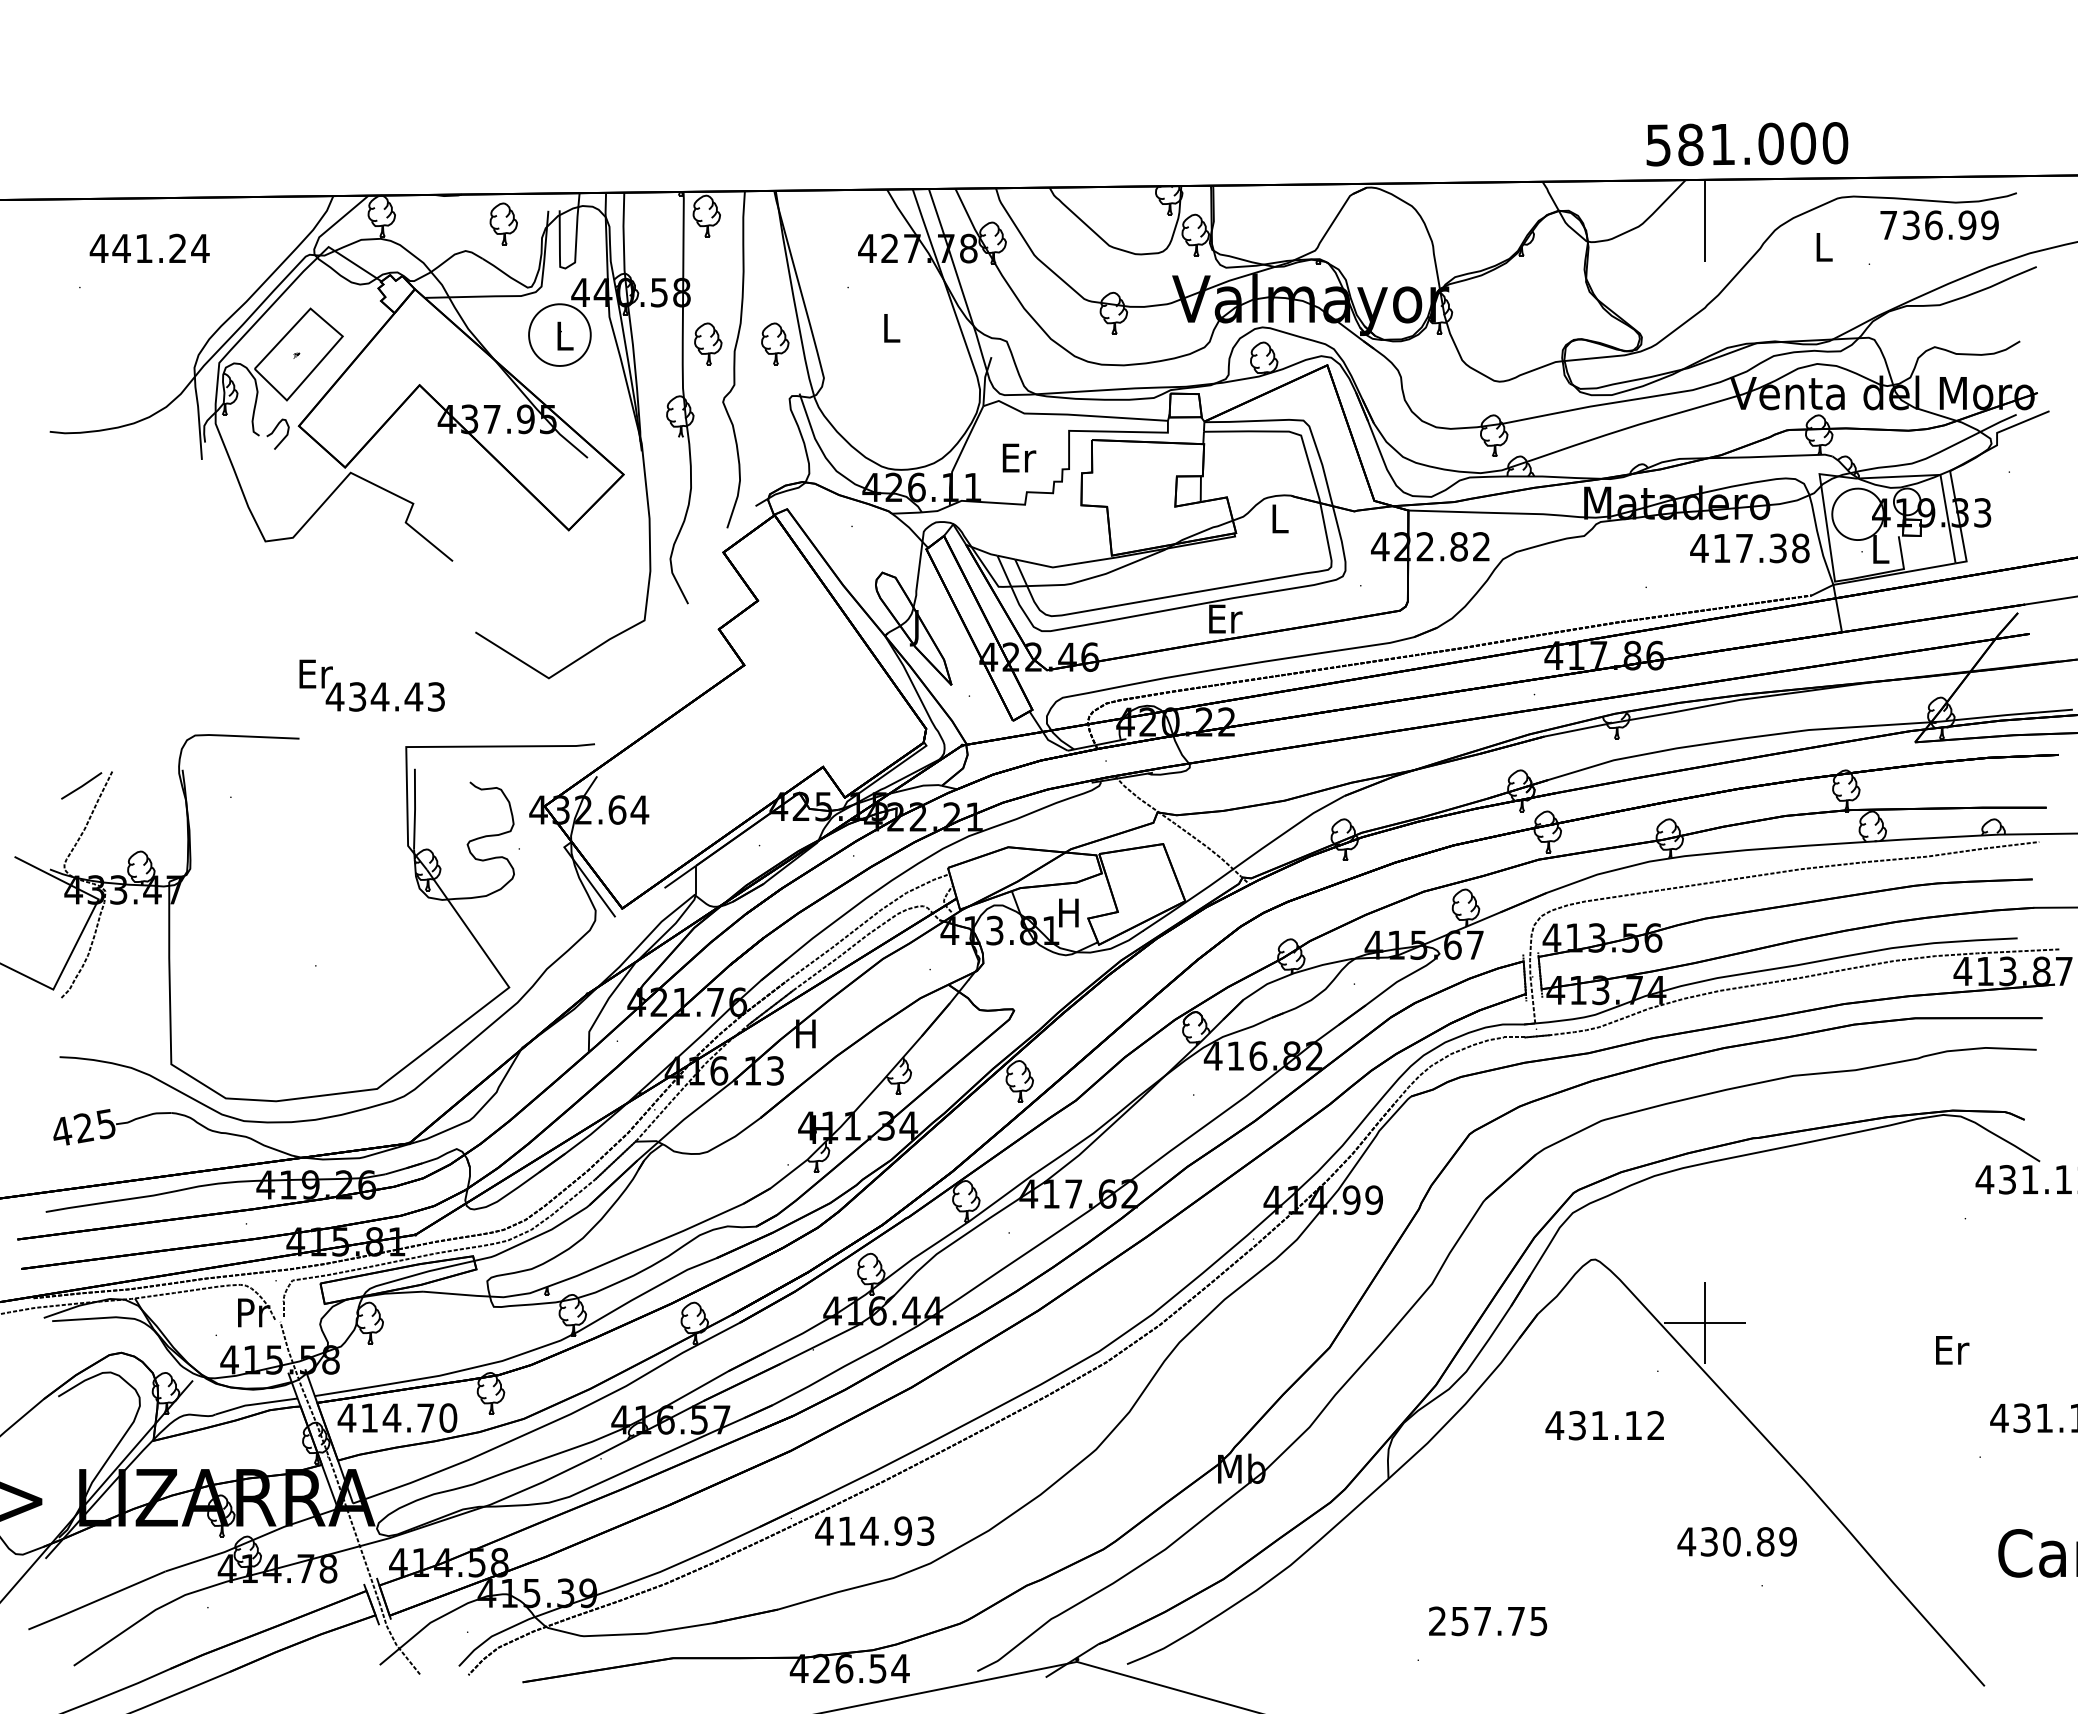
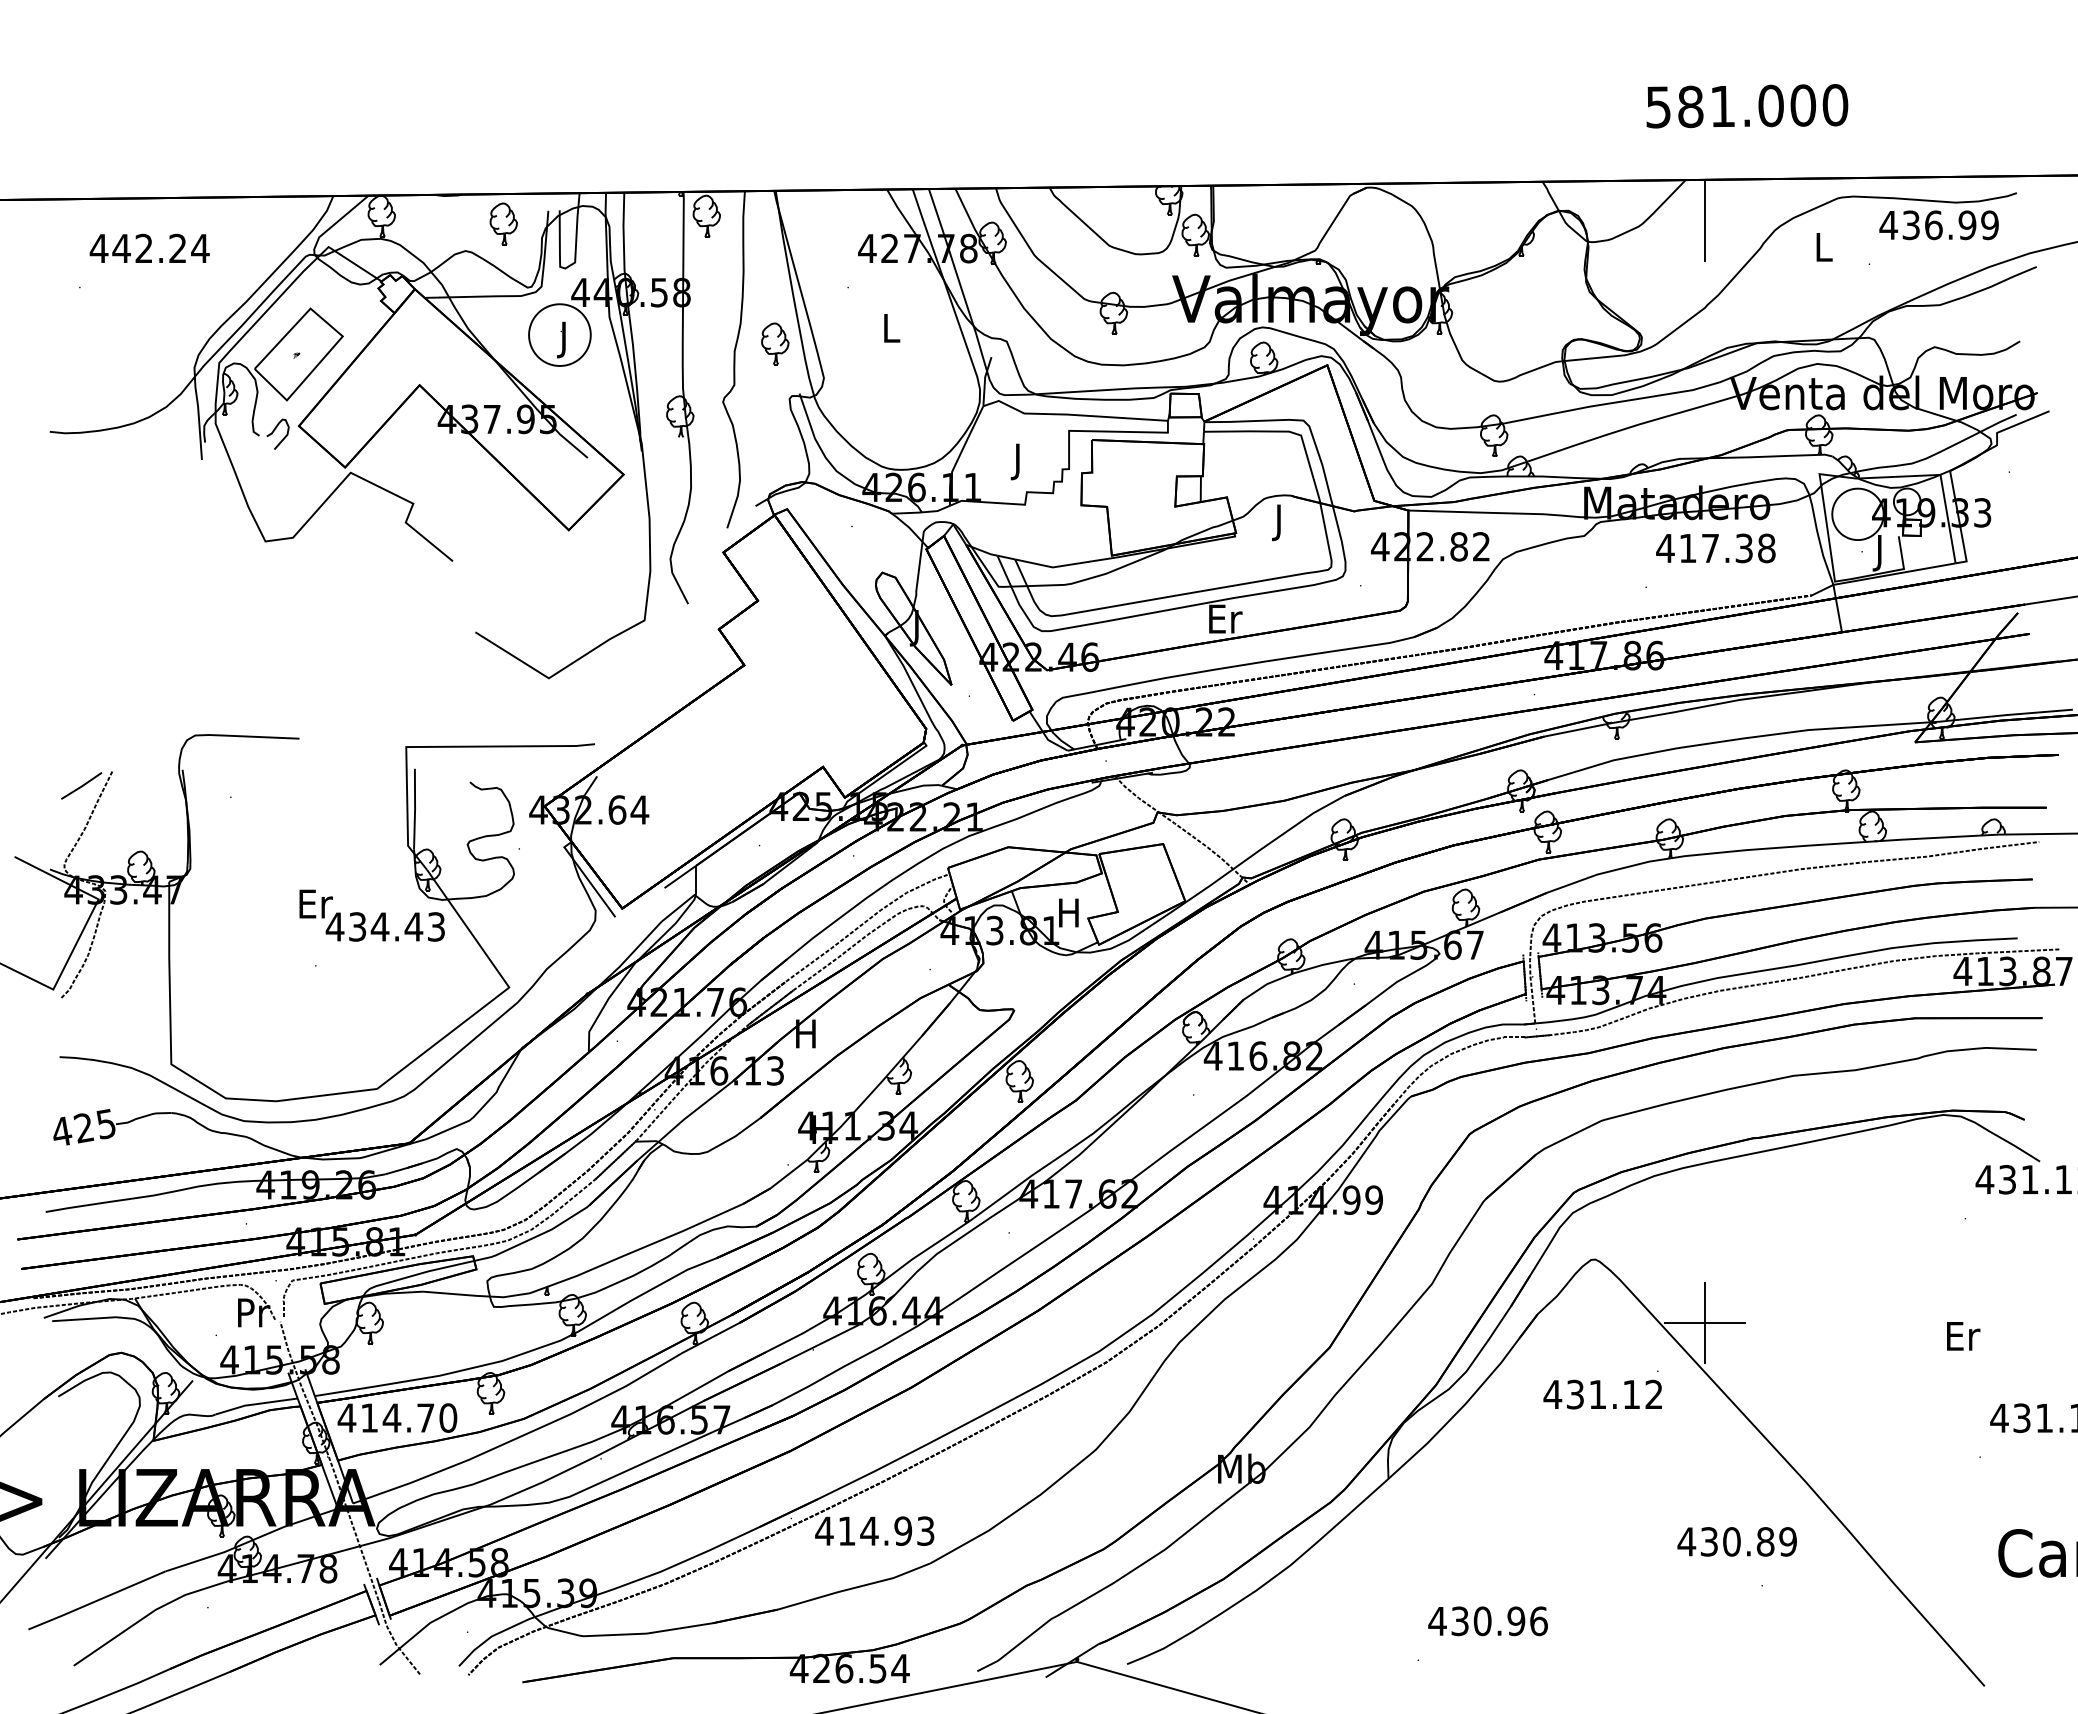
text at (1747, 144) position: (1747, 144) -> (1747, 106)
text at (1888, 225): 736.99 -> 436.99
text at (143, 247): 441.24 -> 442.24
text at (565, 339): L -> J
part at (708, 343): present -> none
text at (1019, 461): Er -> J
text at (1280, 522): L -> J
text at (1749, 548) position: (1749, 548) -> (1715, 548)
text at (1880, 553): L -> J
text at (371, 685) position: (371, 685) -> (371, 915)
text at (1952, 1350) position: (1952, 1350) -> (1963, 1336)
text at (1604, 1425) position: (1604, 1425) -> (1602, 1394)
text at (1487, 1621): 257.75 -> 430.96
